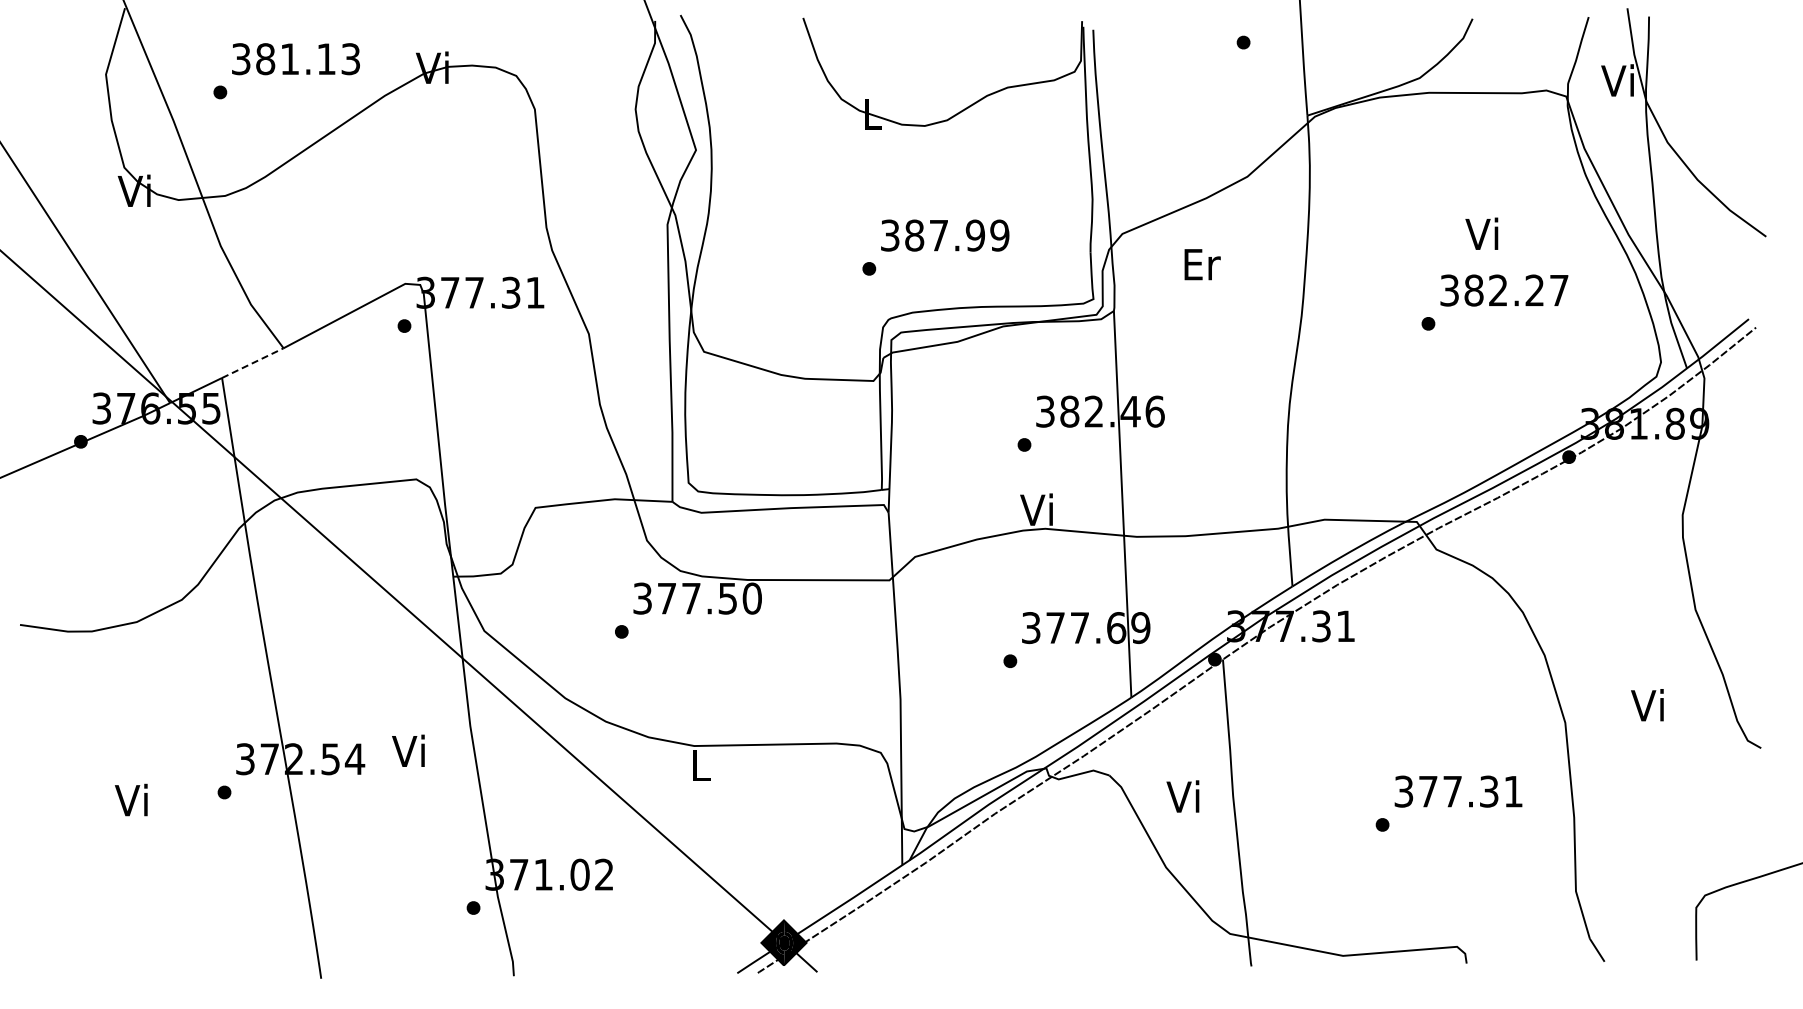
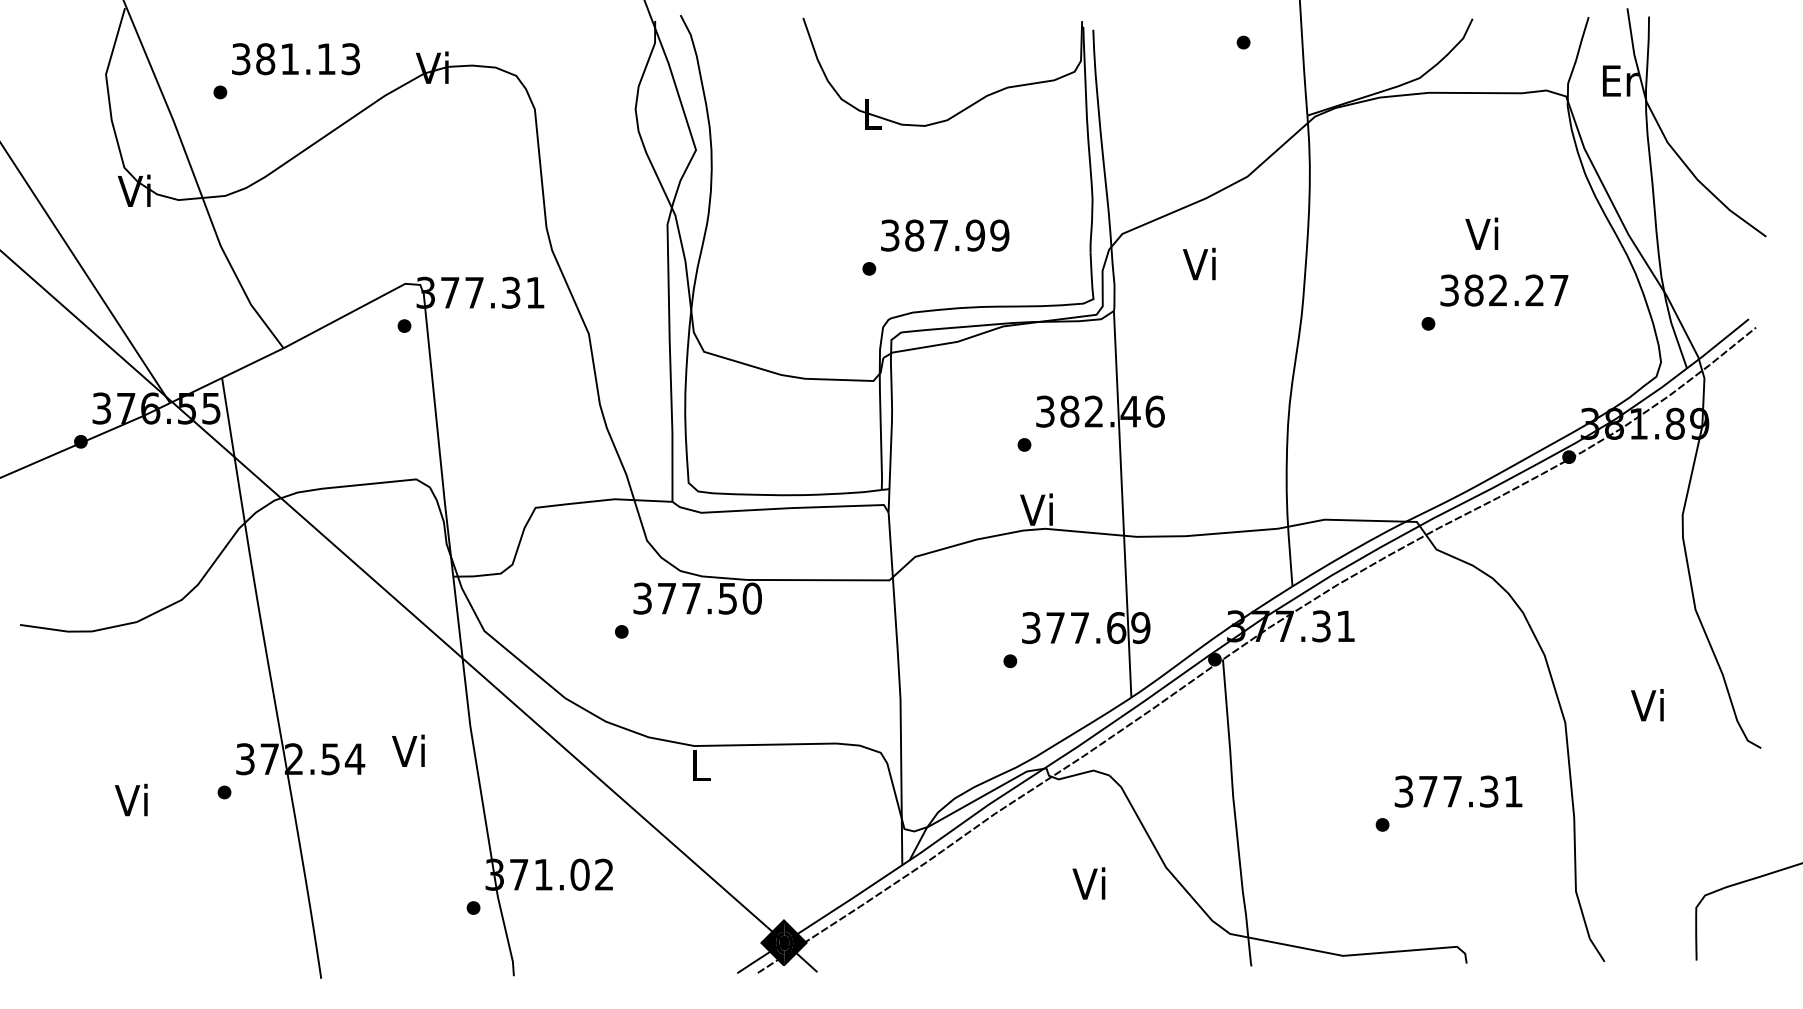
text at (1619, 80): Vi -> Er
text at (1201, 263): Er -> Vi
line at (253, 362): dashed -> solid
text at (1182, 796) position: (1182, 796) -> (1088, 883)
